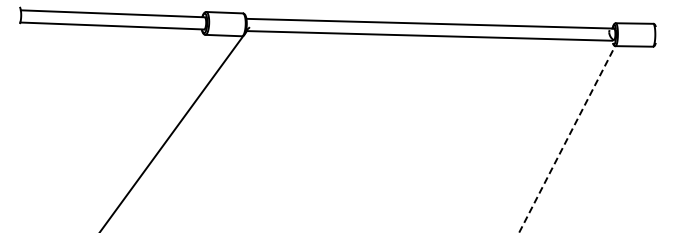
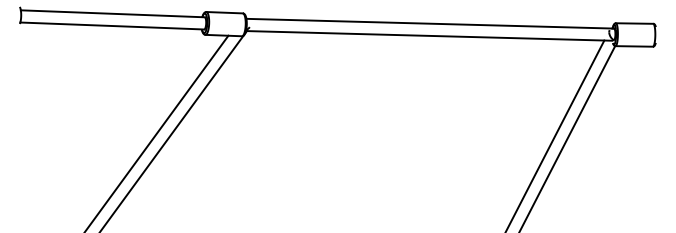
line at (157, 132): none -> present
line at (555, 134): none -> present
line at (567, 139): dashed -> solid
